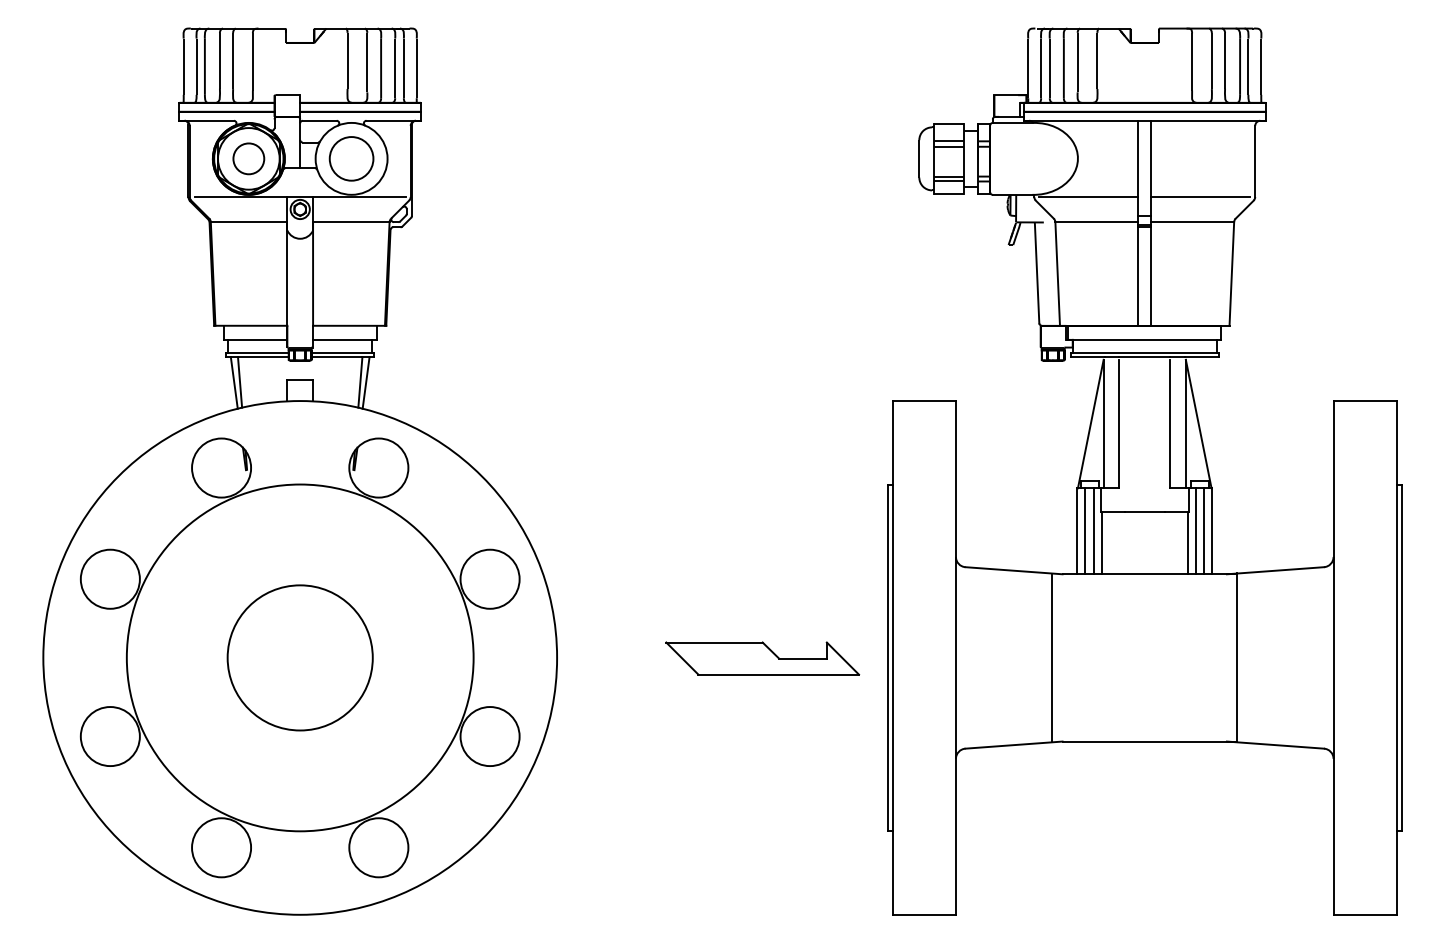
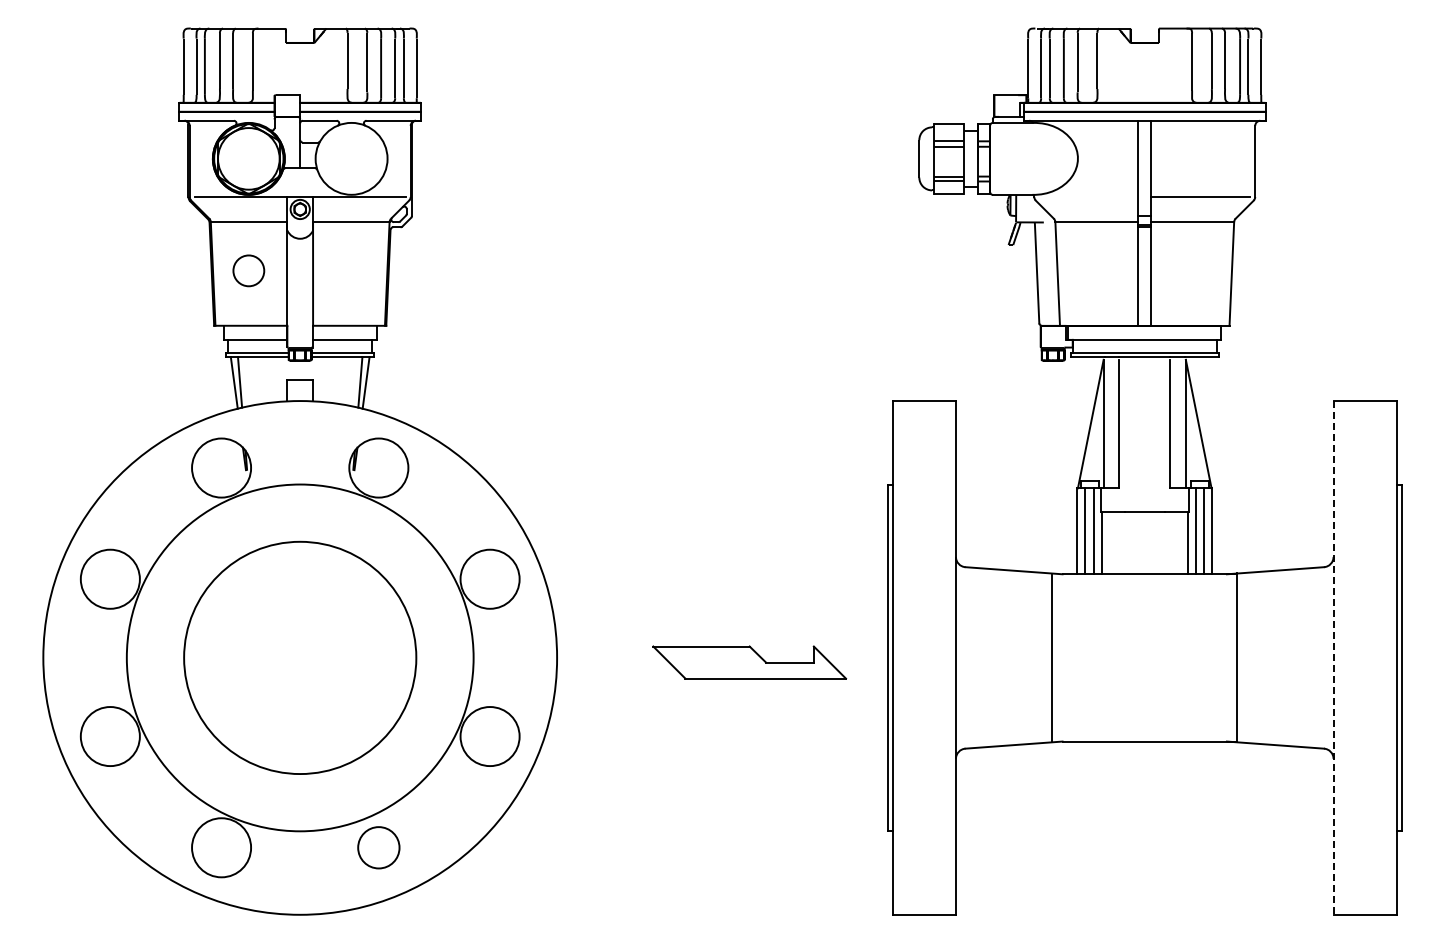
circle at (248, 158) position: (248, 158) -> (248, 270)
circle at (351, 158): present -> none
line at (1088, 197): present -> none
circle at (299, 657) diameter: 145 px -> 232 px
line at (1333, 657): solid -> dashed
part at (762, 658) position: (762, 658) -> (749, 662)
circle at (378, 847) diameter: 59 px -> 41 px
